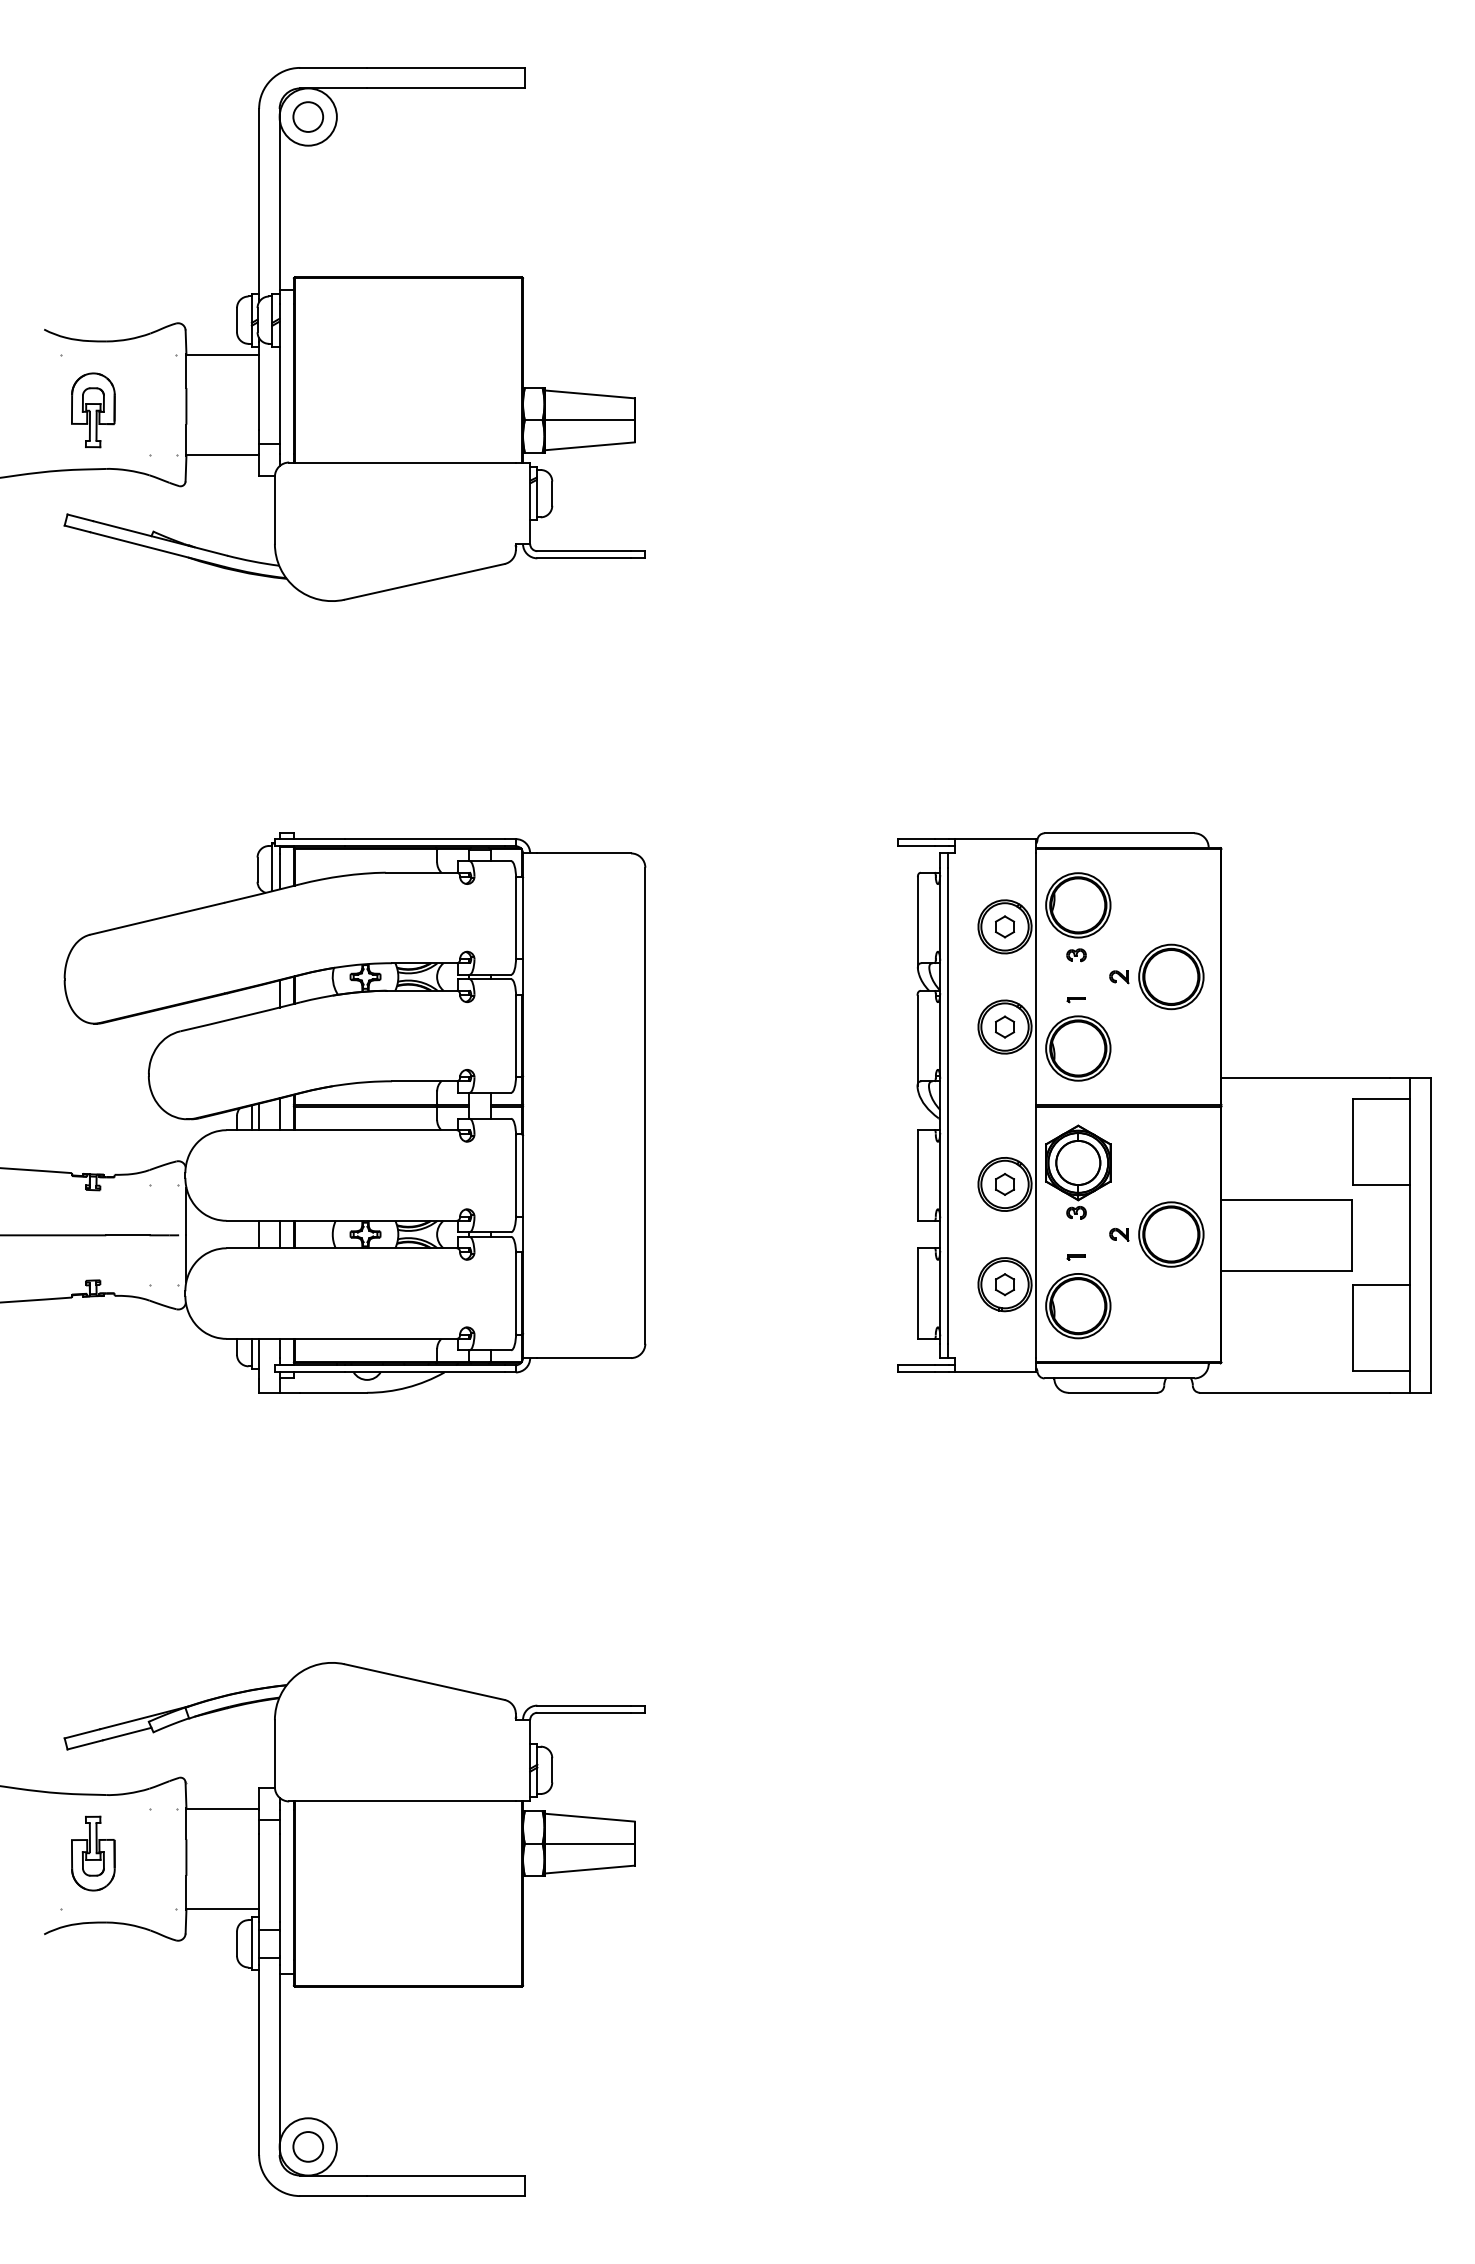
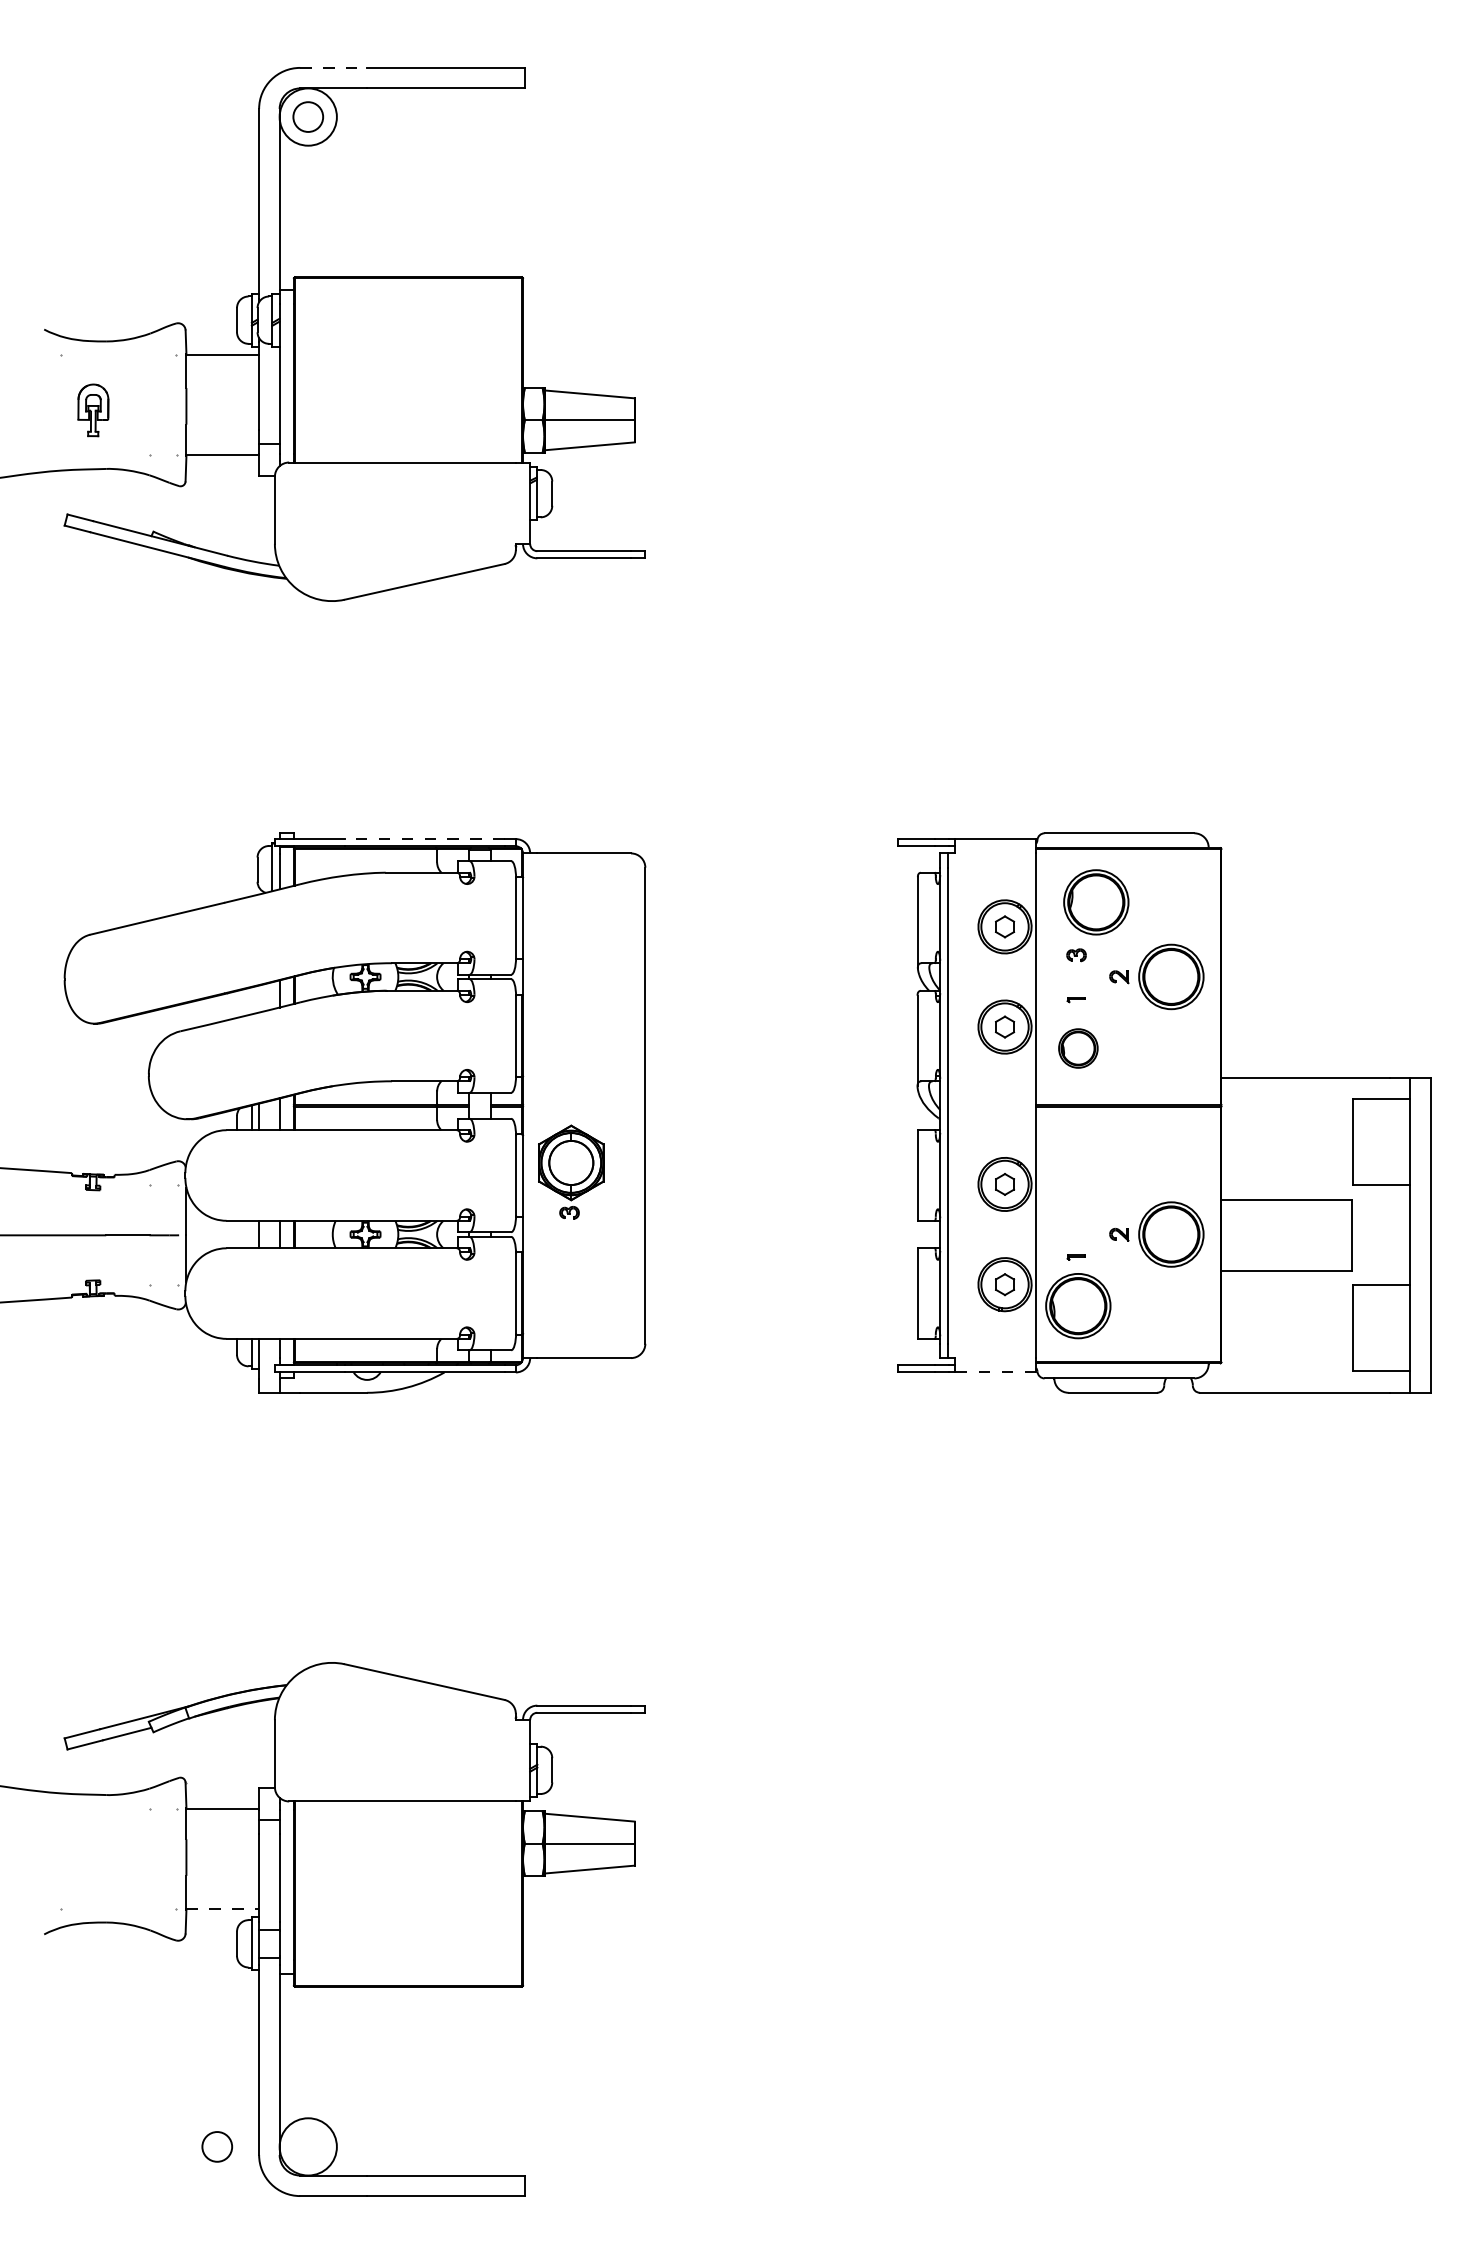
line at (334, 67): solid -> dashed
part at (93, 410) size: 45x77 px -> 33x55 px
line at (424, 839): solid -> dashed
part at (1078, 905) position: (1078, 905) -> (1096, 902)
part at (1078, 1048) size: 67x67 px -> 41x41 px
part at (1078, 1171) position: (1078, 1171) -> (571, 1171)
line at (995, 1372): solid -> dashed
part at (93, 1853): present -> none
line at (223, 1908): solid -> dashed
circle at (308, 2146) position: (308, 2146) -> (217, 2146)
